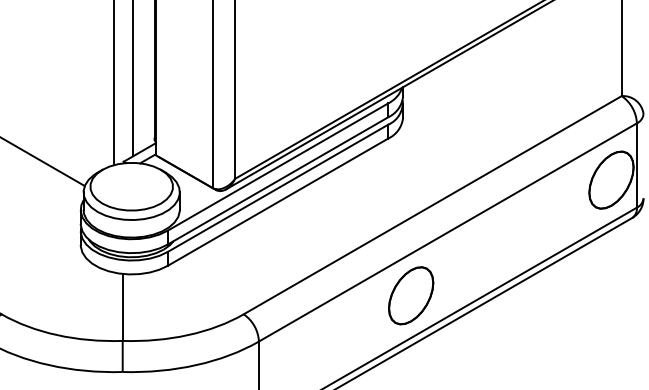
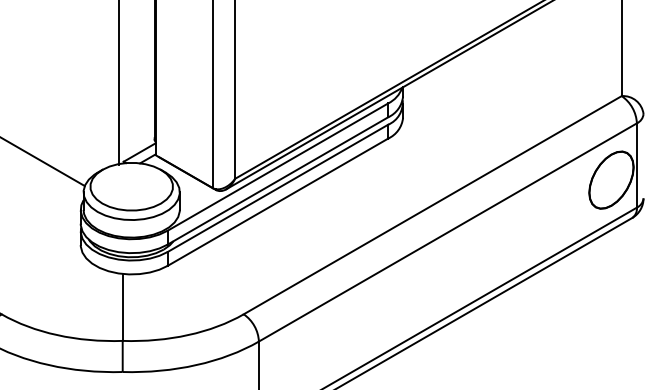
line at (133, 79): present -> none
line at (114, 83) position: (114, 83) -> (119, 83)
part at (411, 295): present -> none
